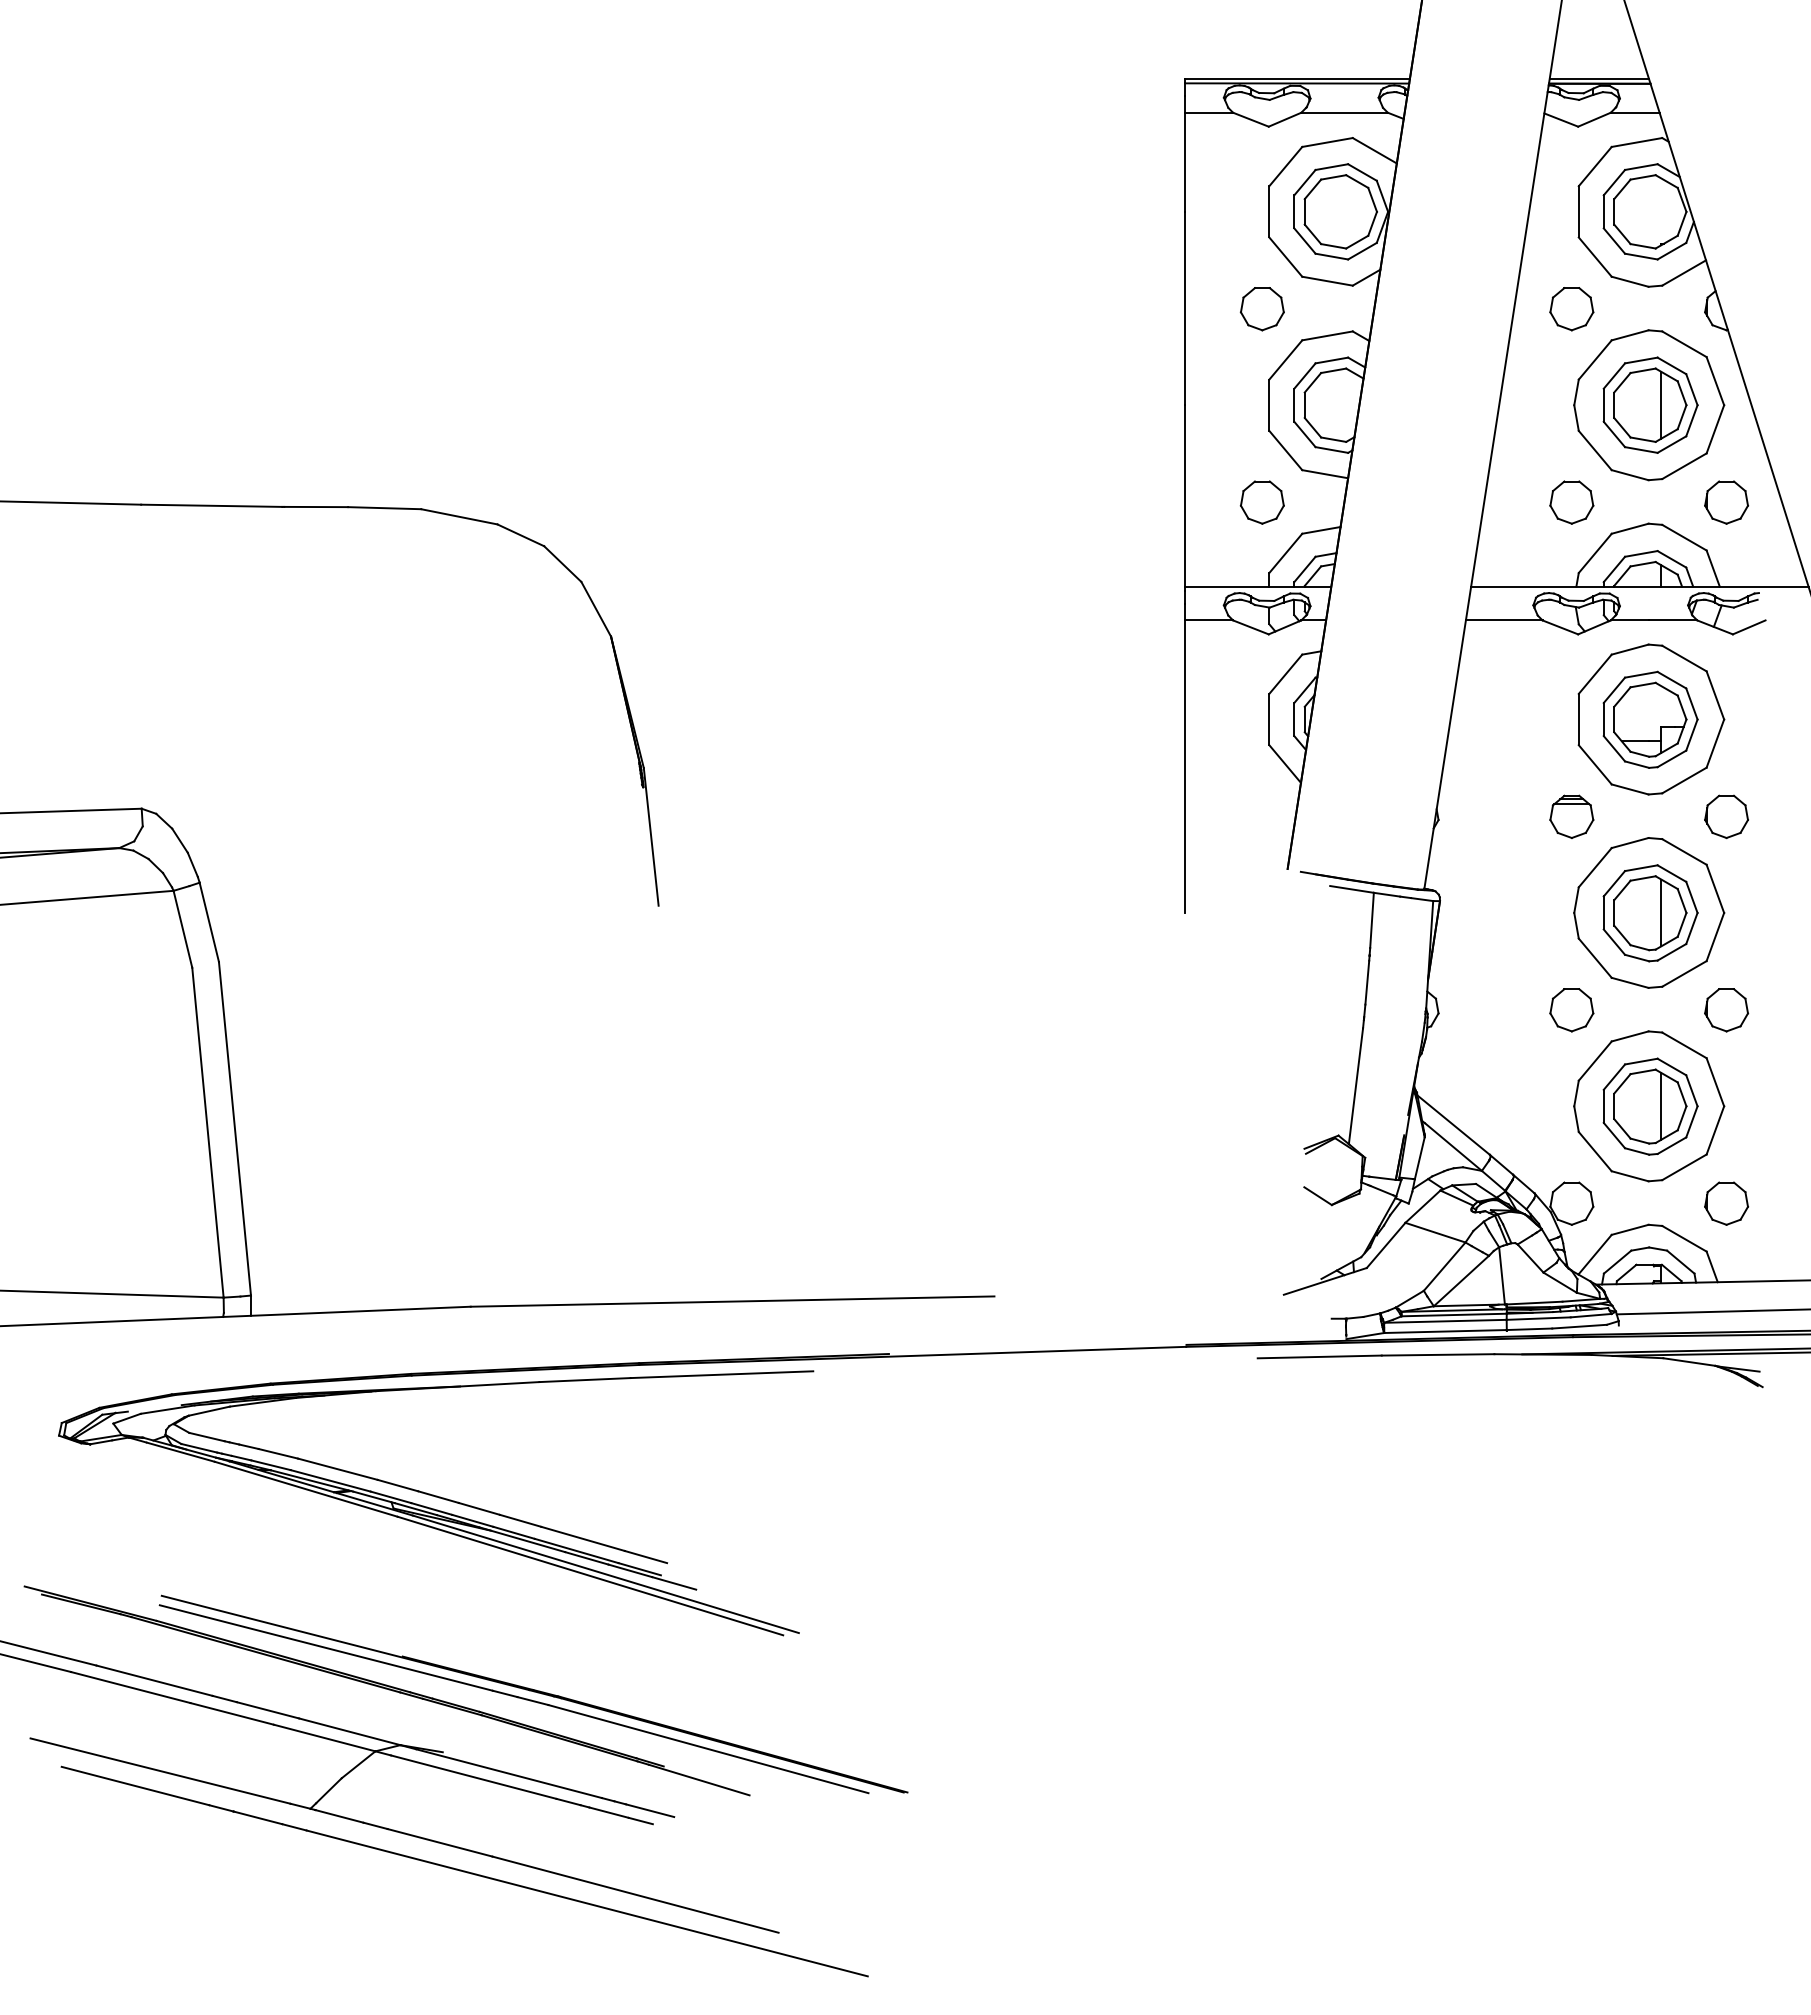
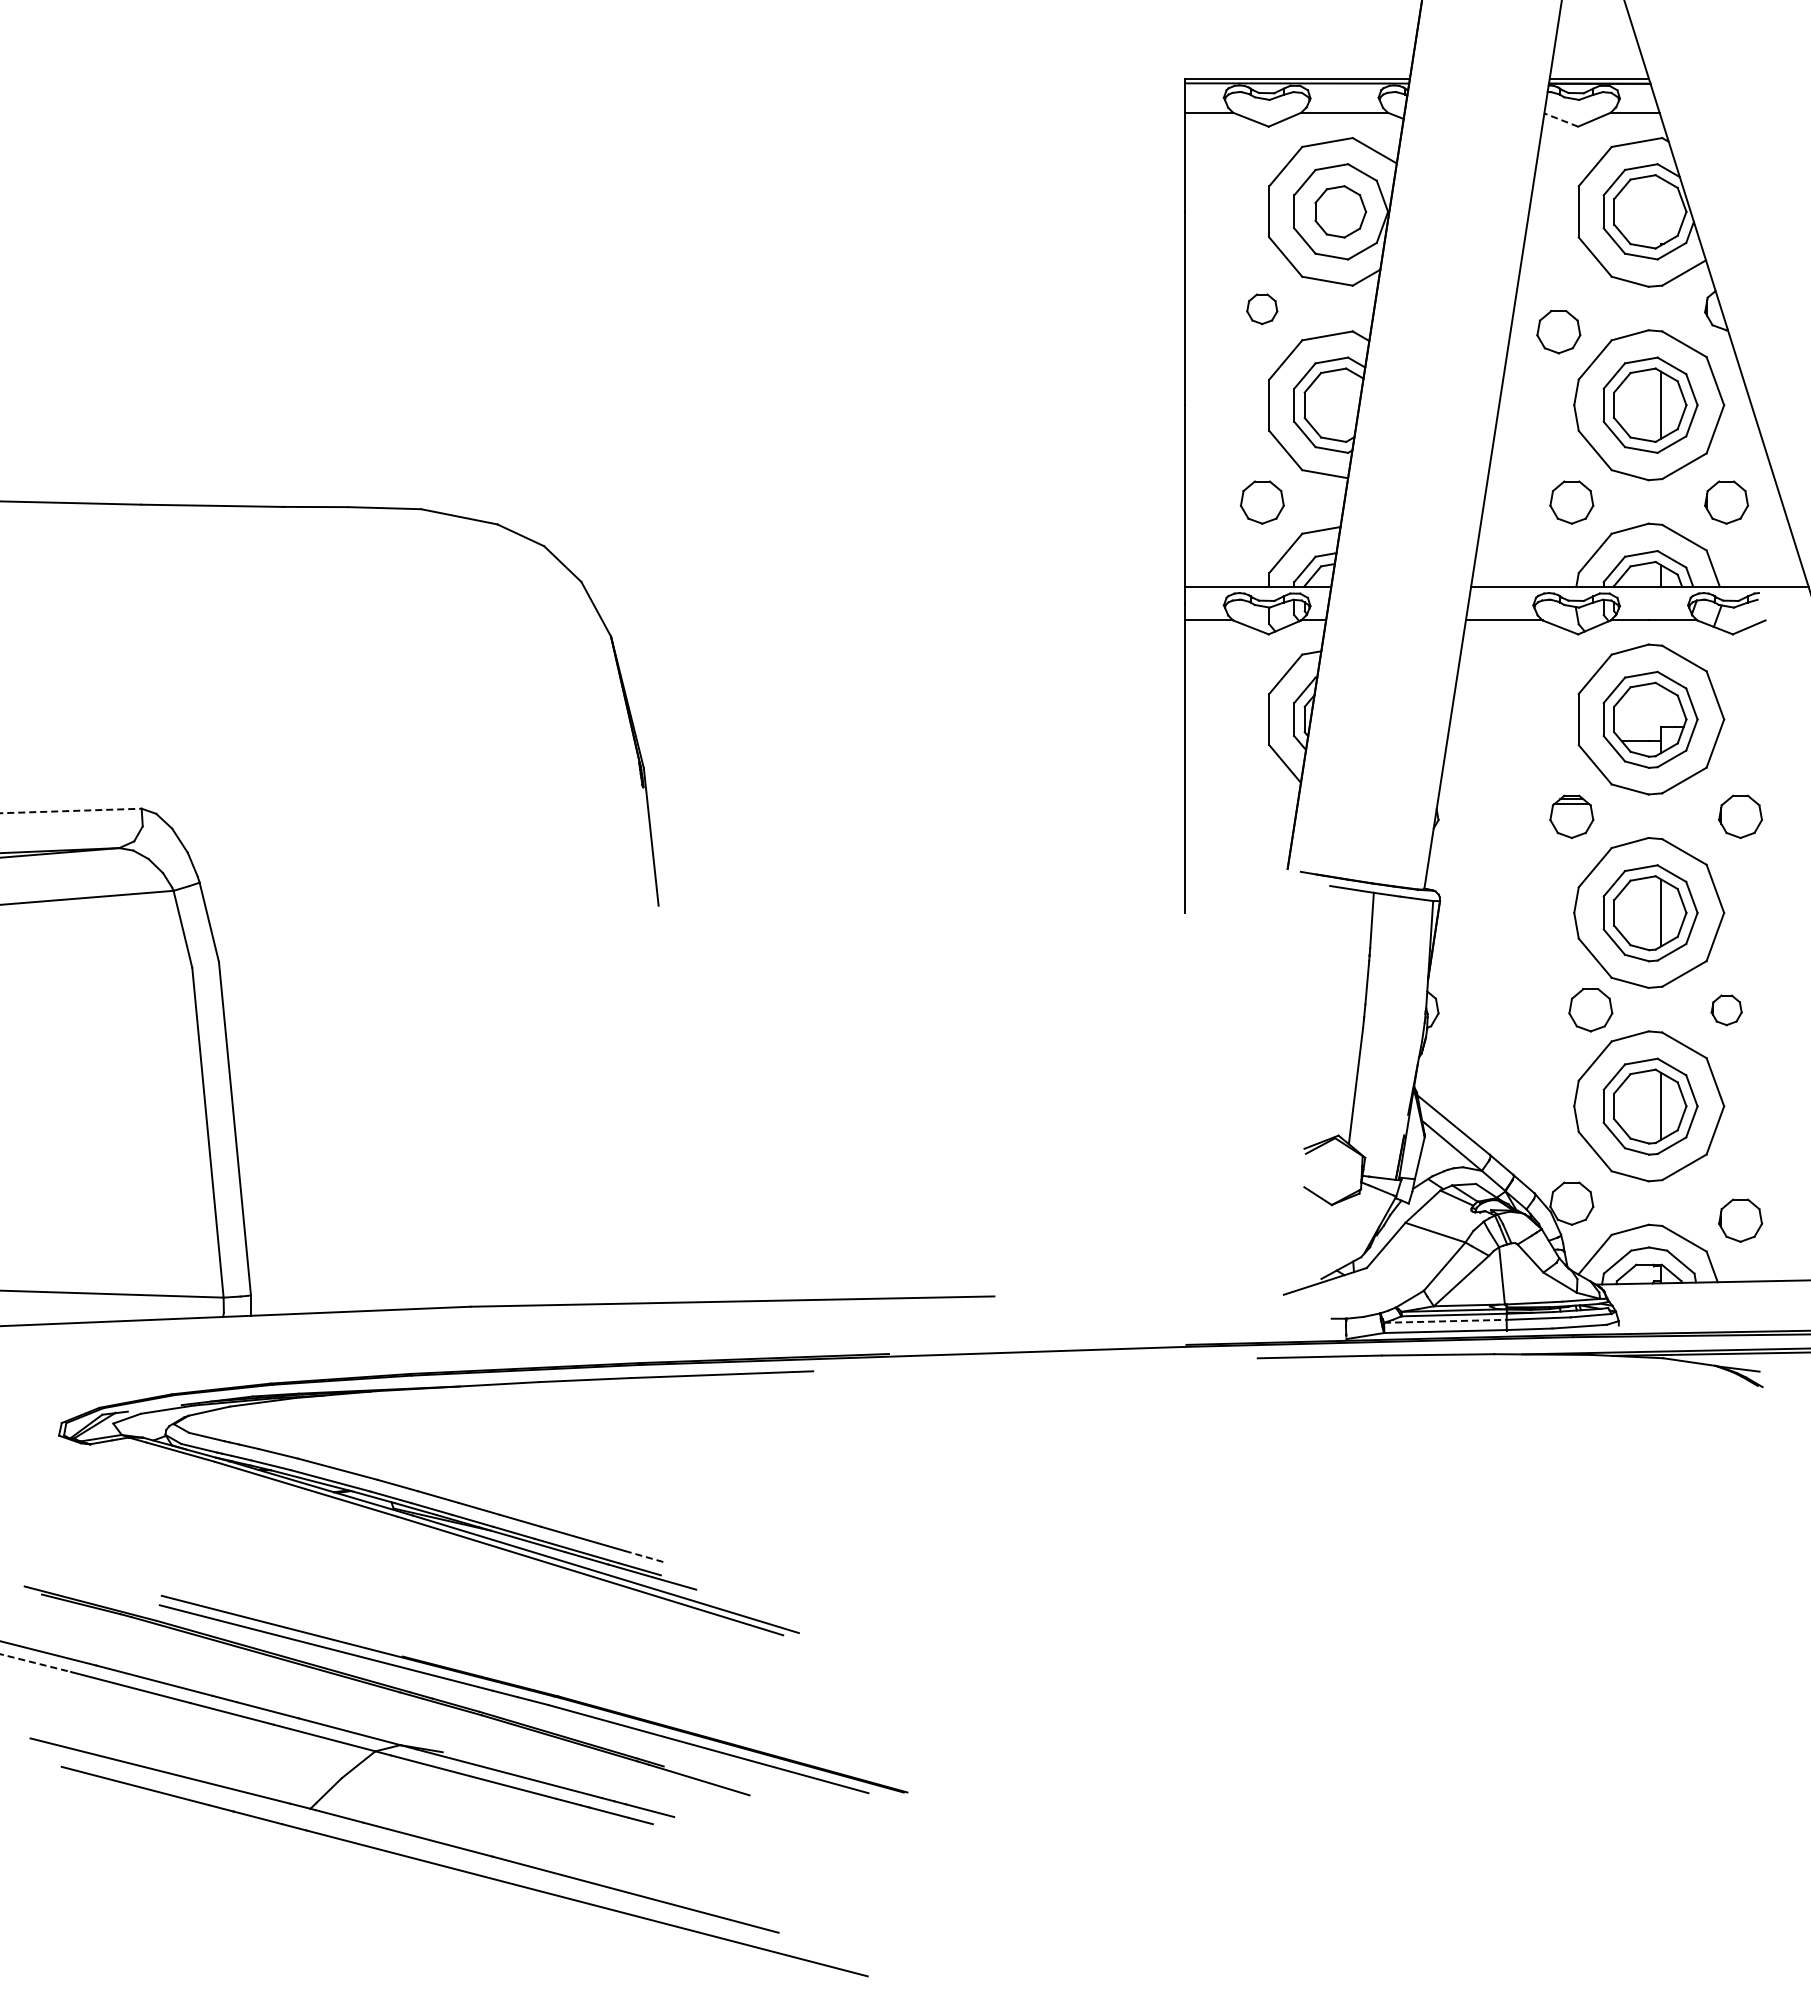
line at (1560, 119): solid -> dashed
part at (1340, 211) size: 75x76 px -> 54x54 px
part at (1261, 309) size: 46x45 px -> 33x33 px
part at (1571, 309) position: (1571, 309) -> (1558, 332)
line at (70, 811): solid -> dashed
part at (1726, 816) position: (1726, 816) -> (1740, 816)
part at (1571, 1010) position: (1571, 1010) -> (1590, 1010)
part at (1726, 1010) size: 46x45 px -> 33x33 px
part at (1726, 1203) position: (1726, 1203) -> (1740, 1220)
line at (1711, 1311): present -> none
line at (1445, 1321): solid -> dashed
line at (645, 1557): solid -> dashed
line at (36, 1663): solid -> dashed
